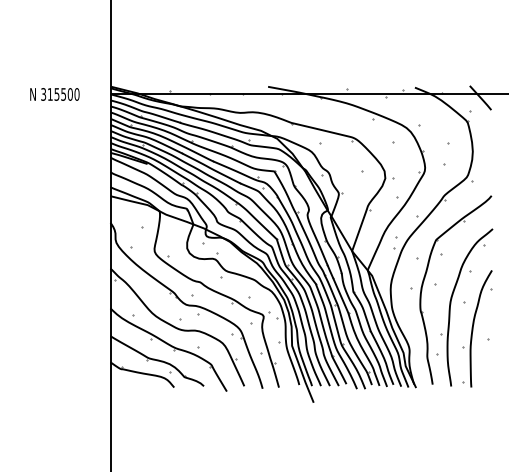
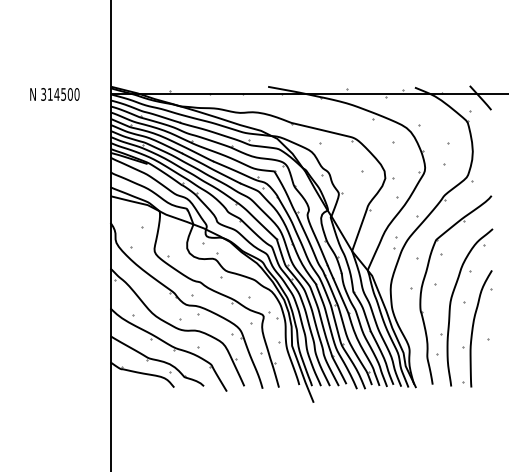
text at (56, 94): 315500 -> 314500
